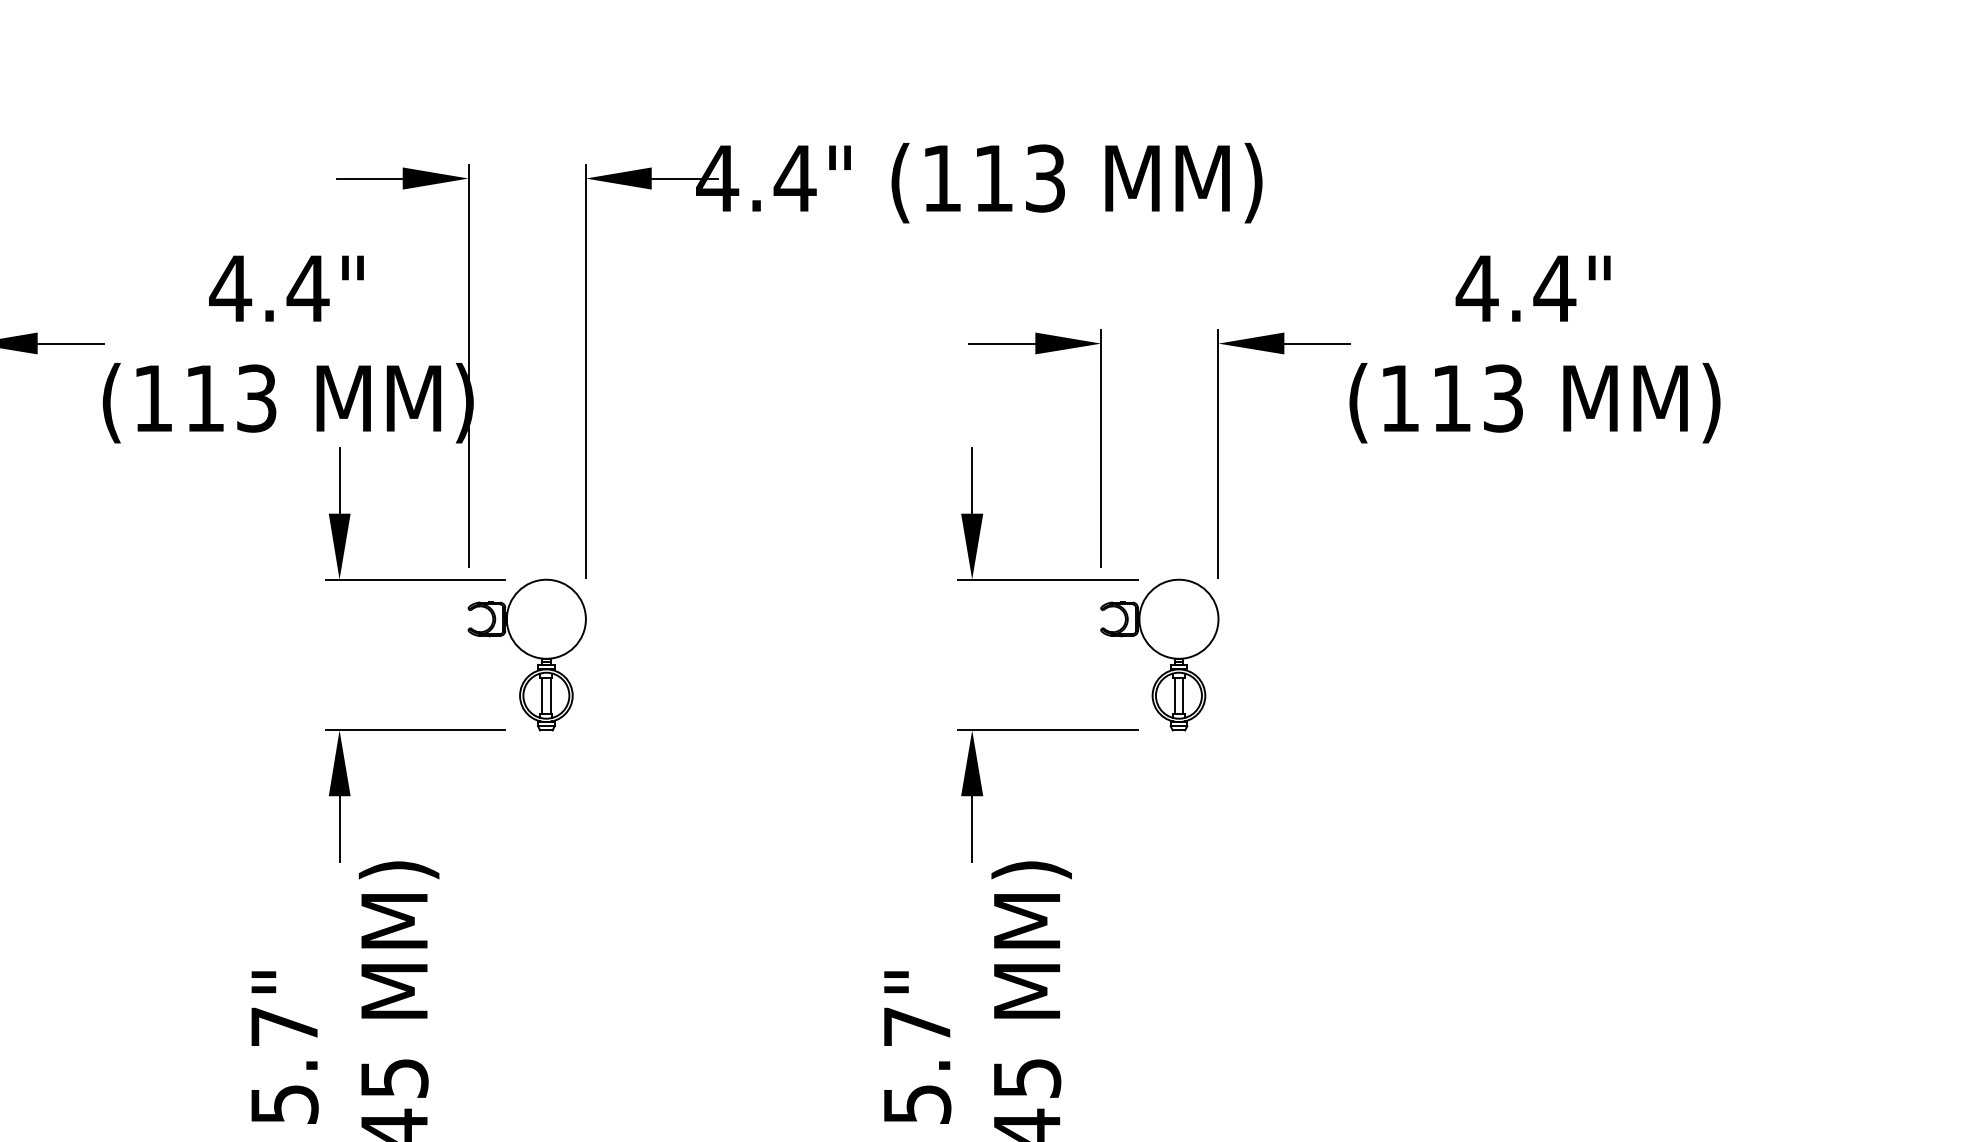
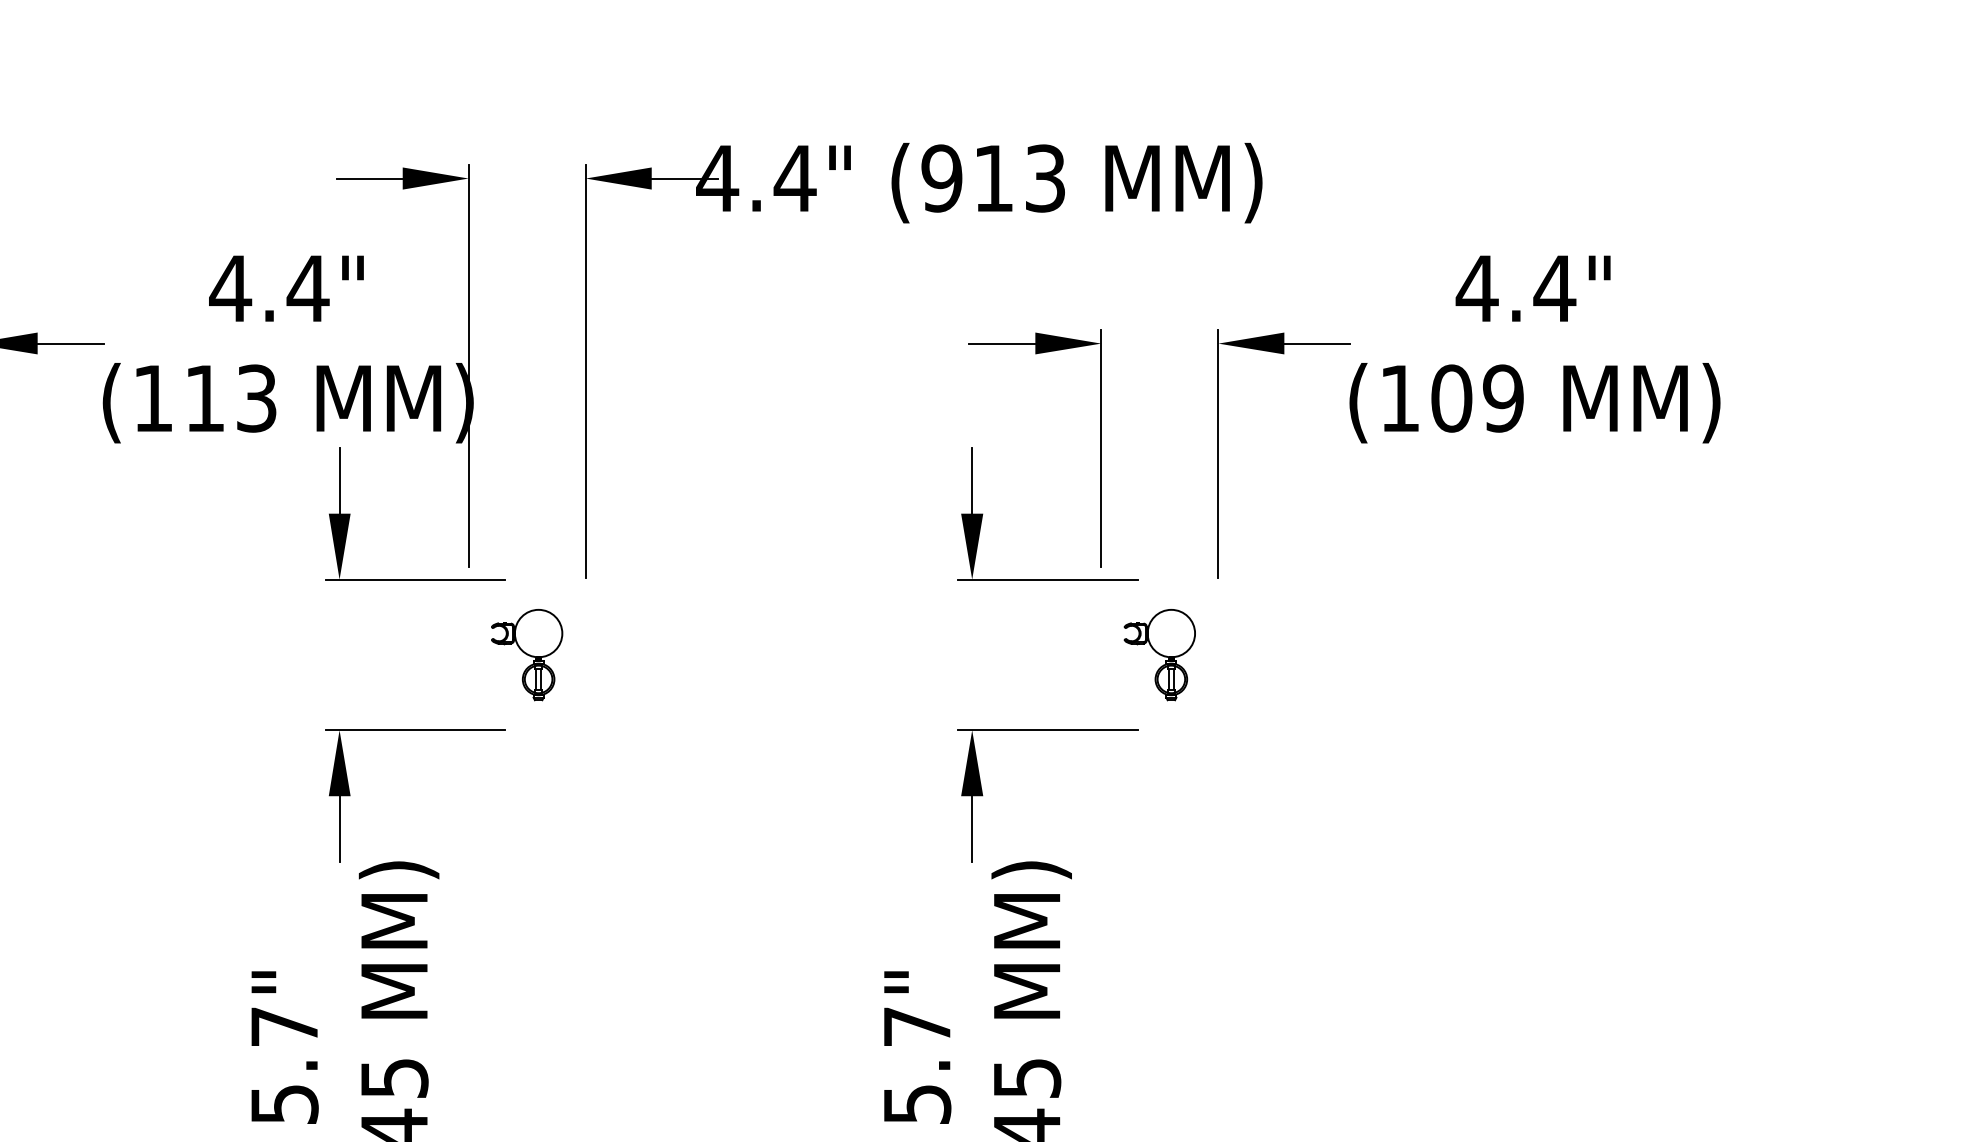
text at (941, 178): (113 -> (913
text at (1477, 398): (113 -> (109
part at (526, 654) size: 120x154 px -> 73x93 px
part at (1159, 654) size: 120x154 px -> 73x93 px
